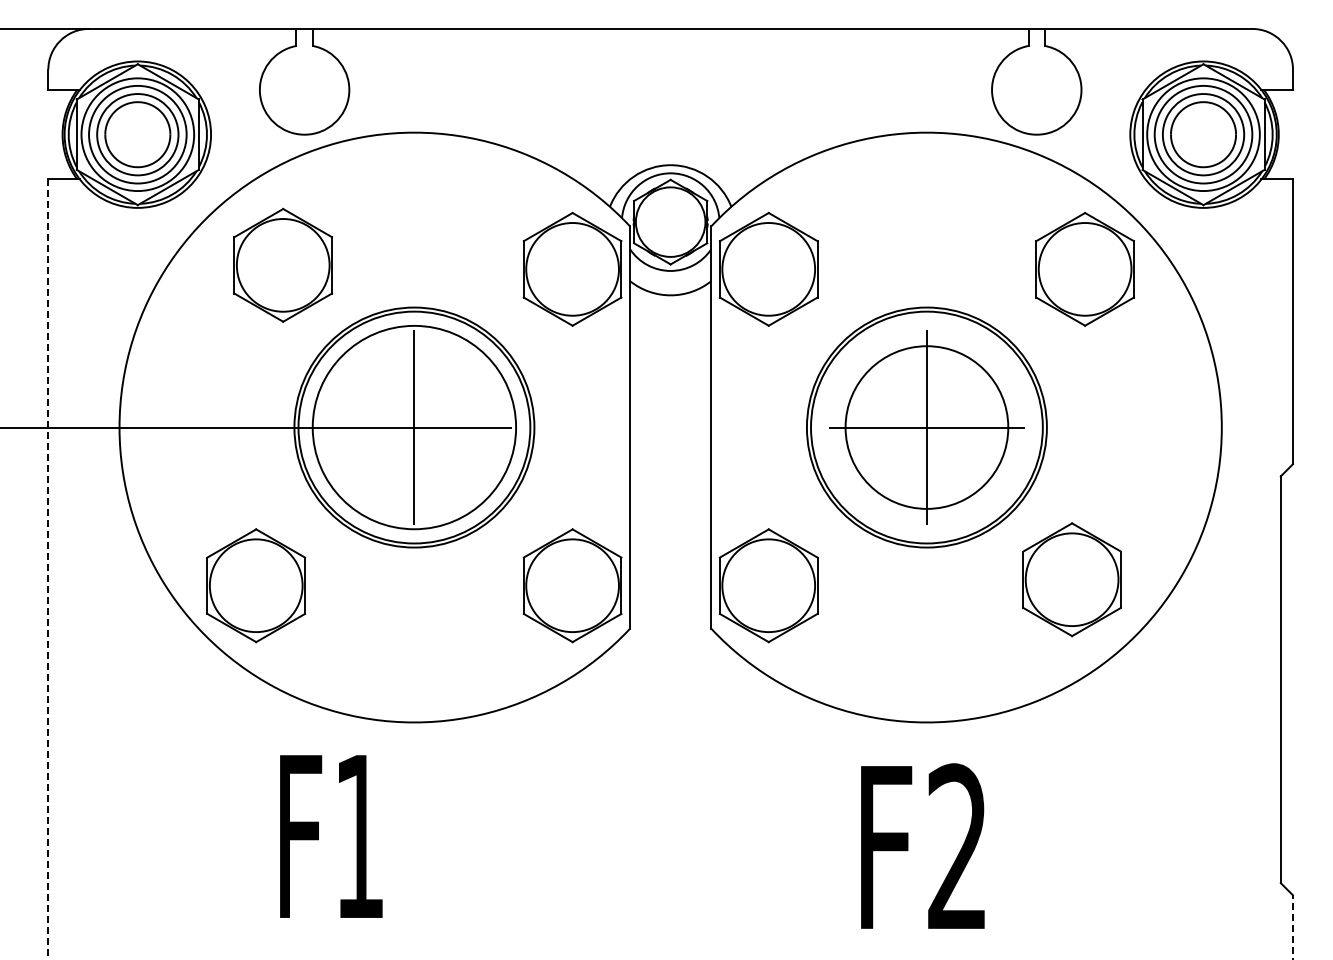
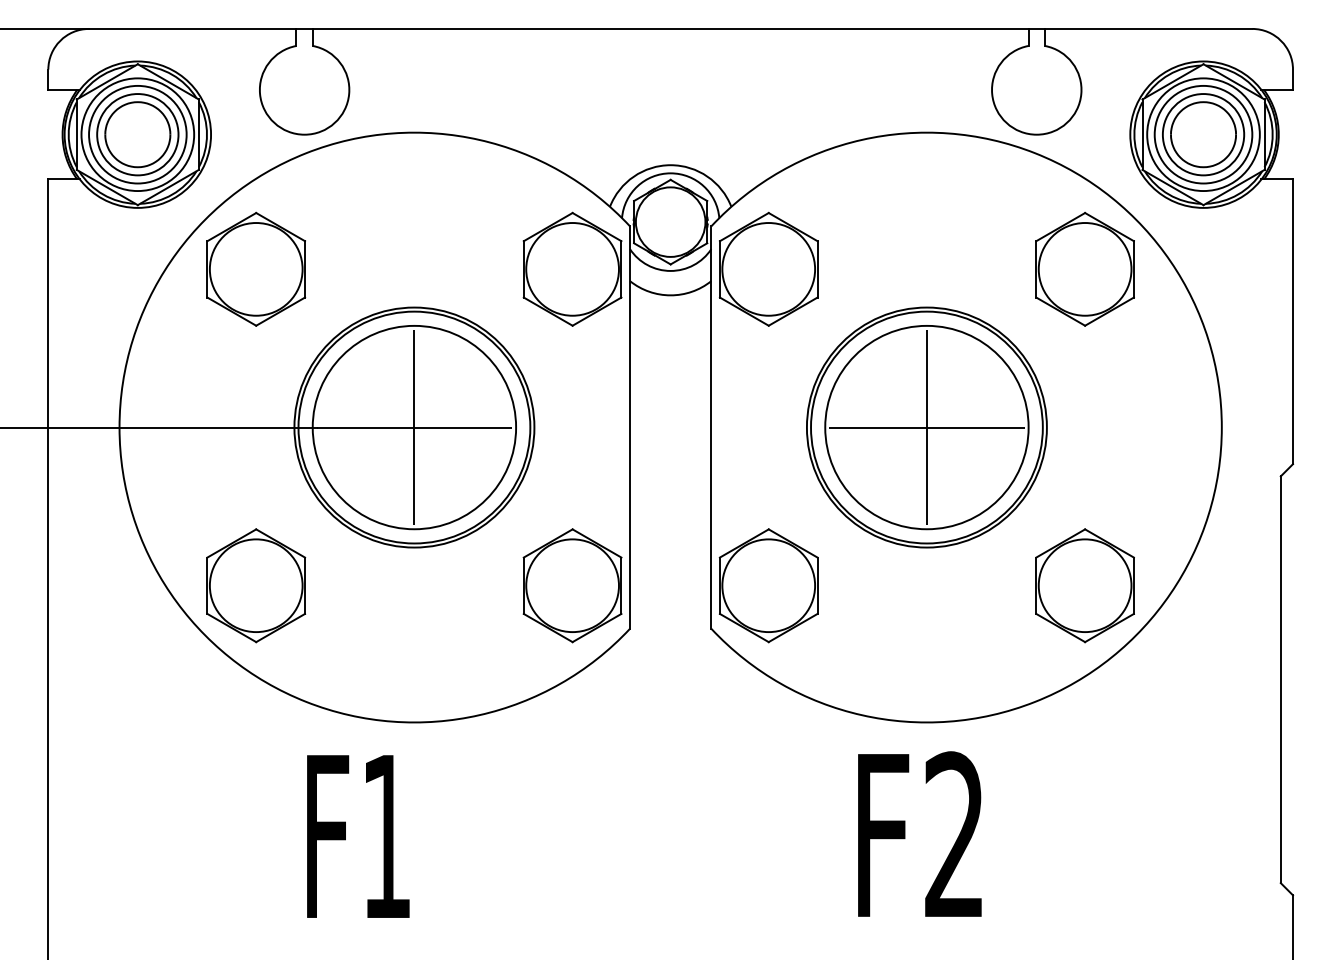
part at (283, 264) position: (283, 264) -> (256, 268)
circle at (926, 427) diameter: 163 px -> 203 px
line at (48, 569): dashed -> solid
part at (1071, 579) position: (1071, 579) -> (1084, 585)
text at (331, 836) position: (331, 836) -> (358, 836)
text at (922, 845) position: (922, 845) -> (919, 833)
line at (1293, 927): dashed -> solid
